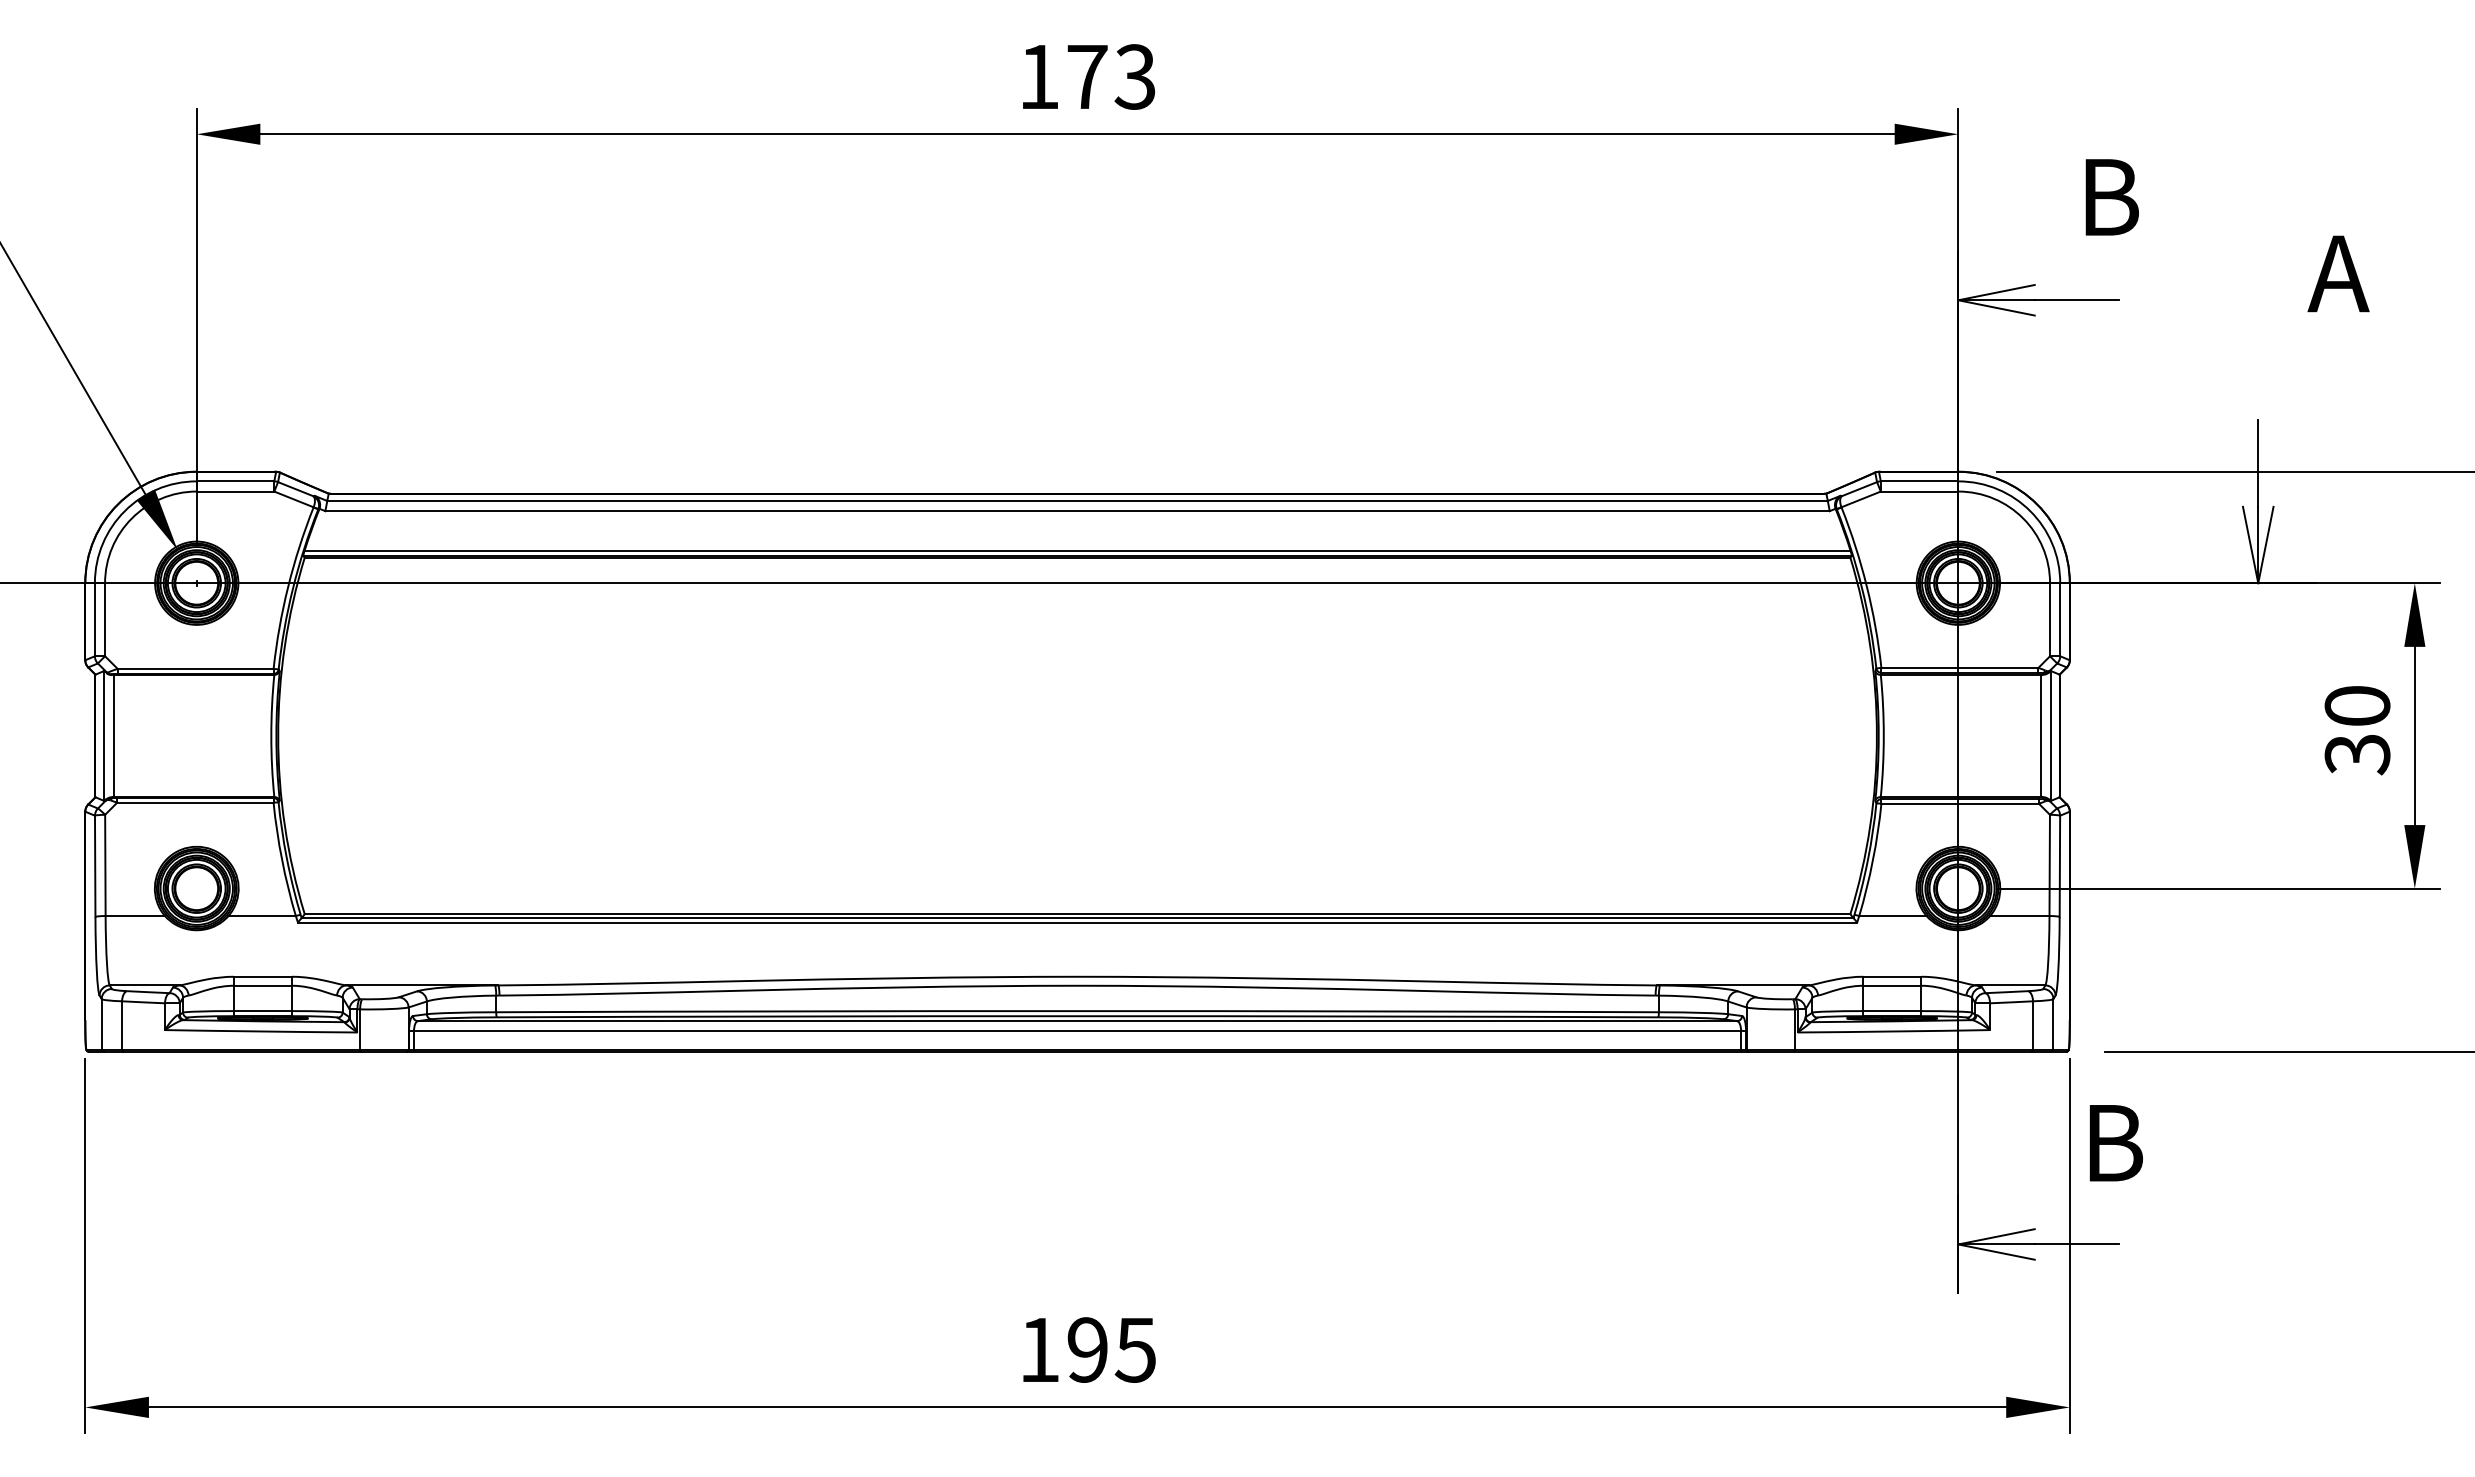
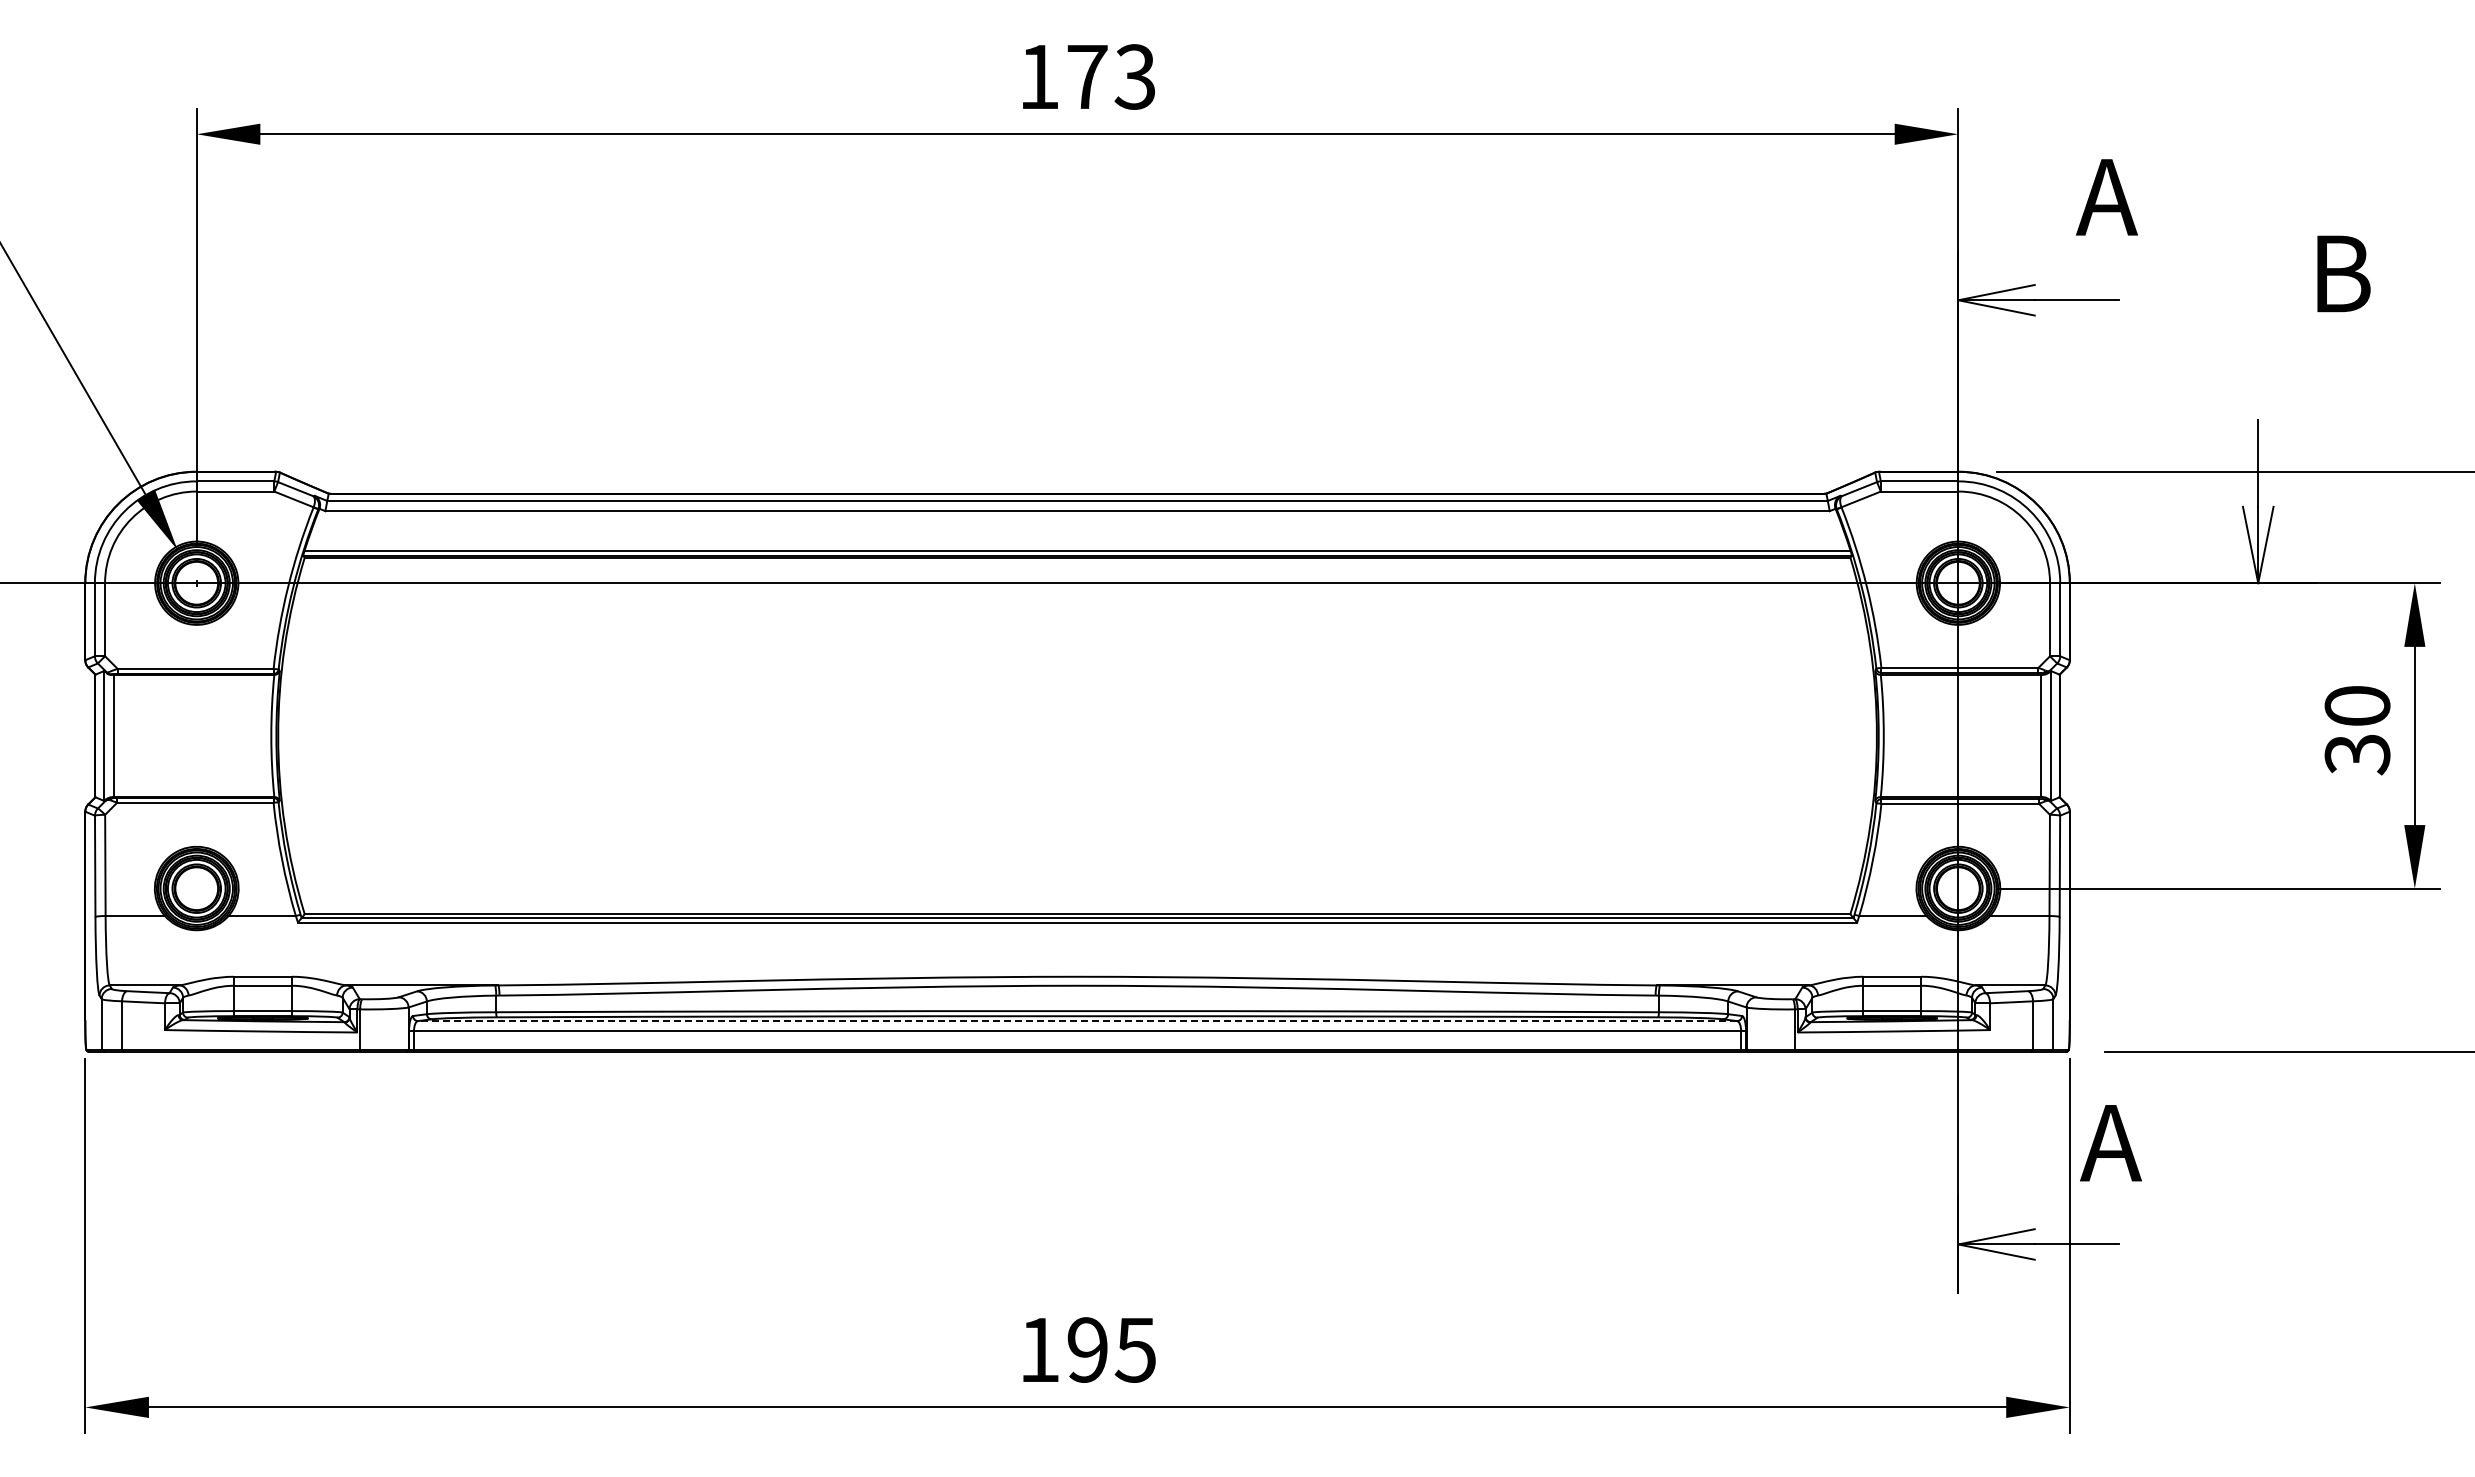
text at (2106, 197): B -> A
text at (2338, 273): A -> B
line at (1077, 1021): solid -> dashed
text at (2111, 1143): B -> A
